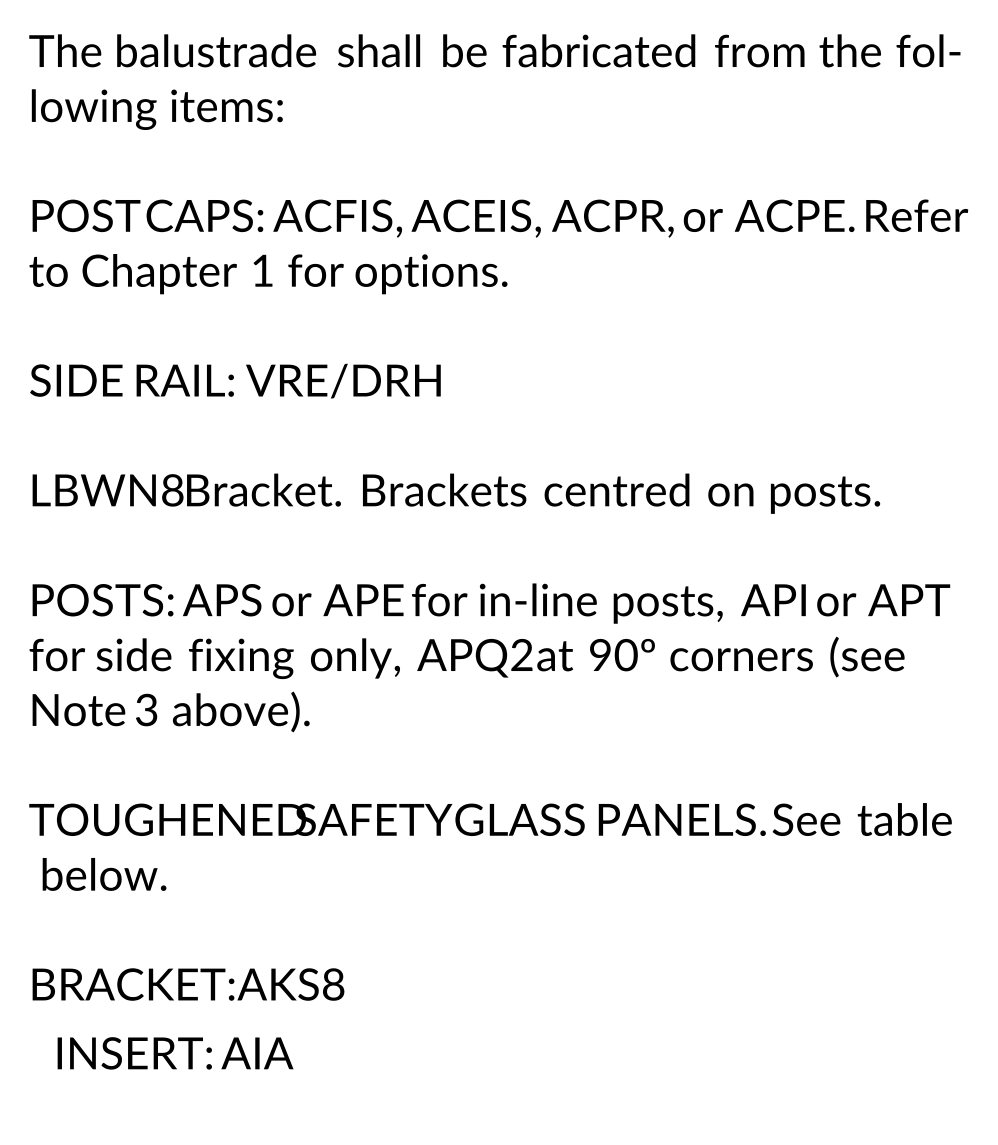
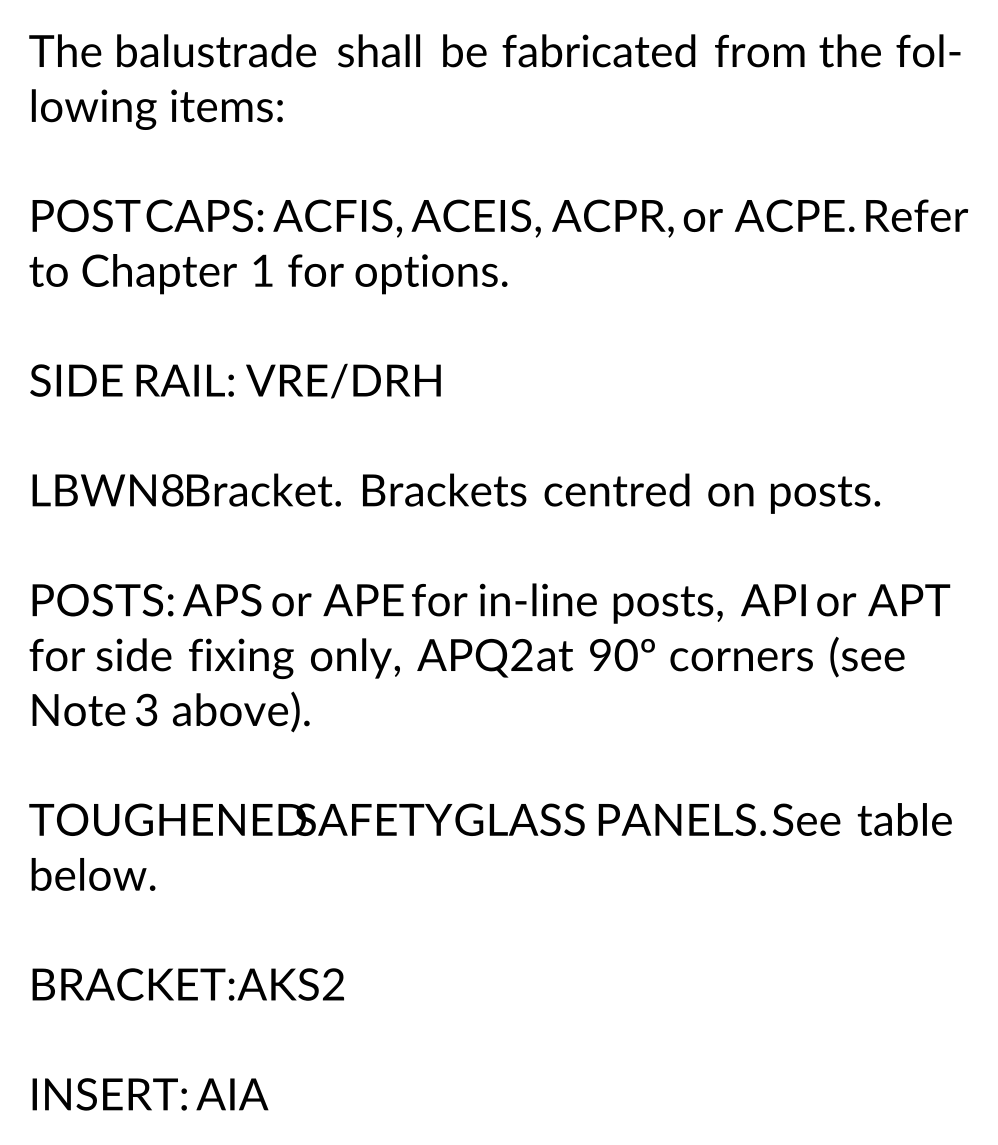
text at (104, 874) position: (104, 874) -> (93, 874)
text at (333, 984): AKS8 -> AKS2
text at (175, 1053) position: (175, 1053) -> (150, 1094)
